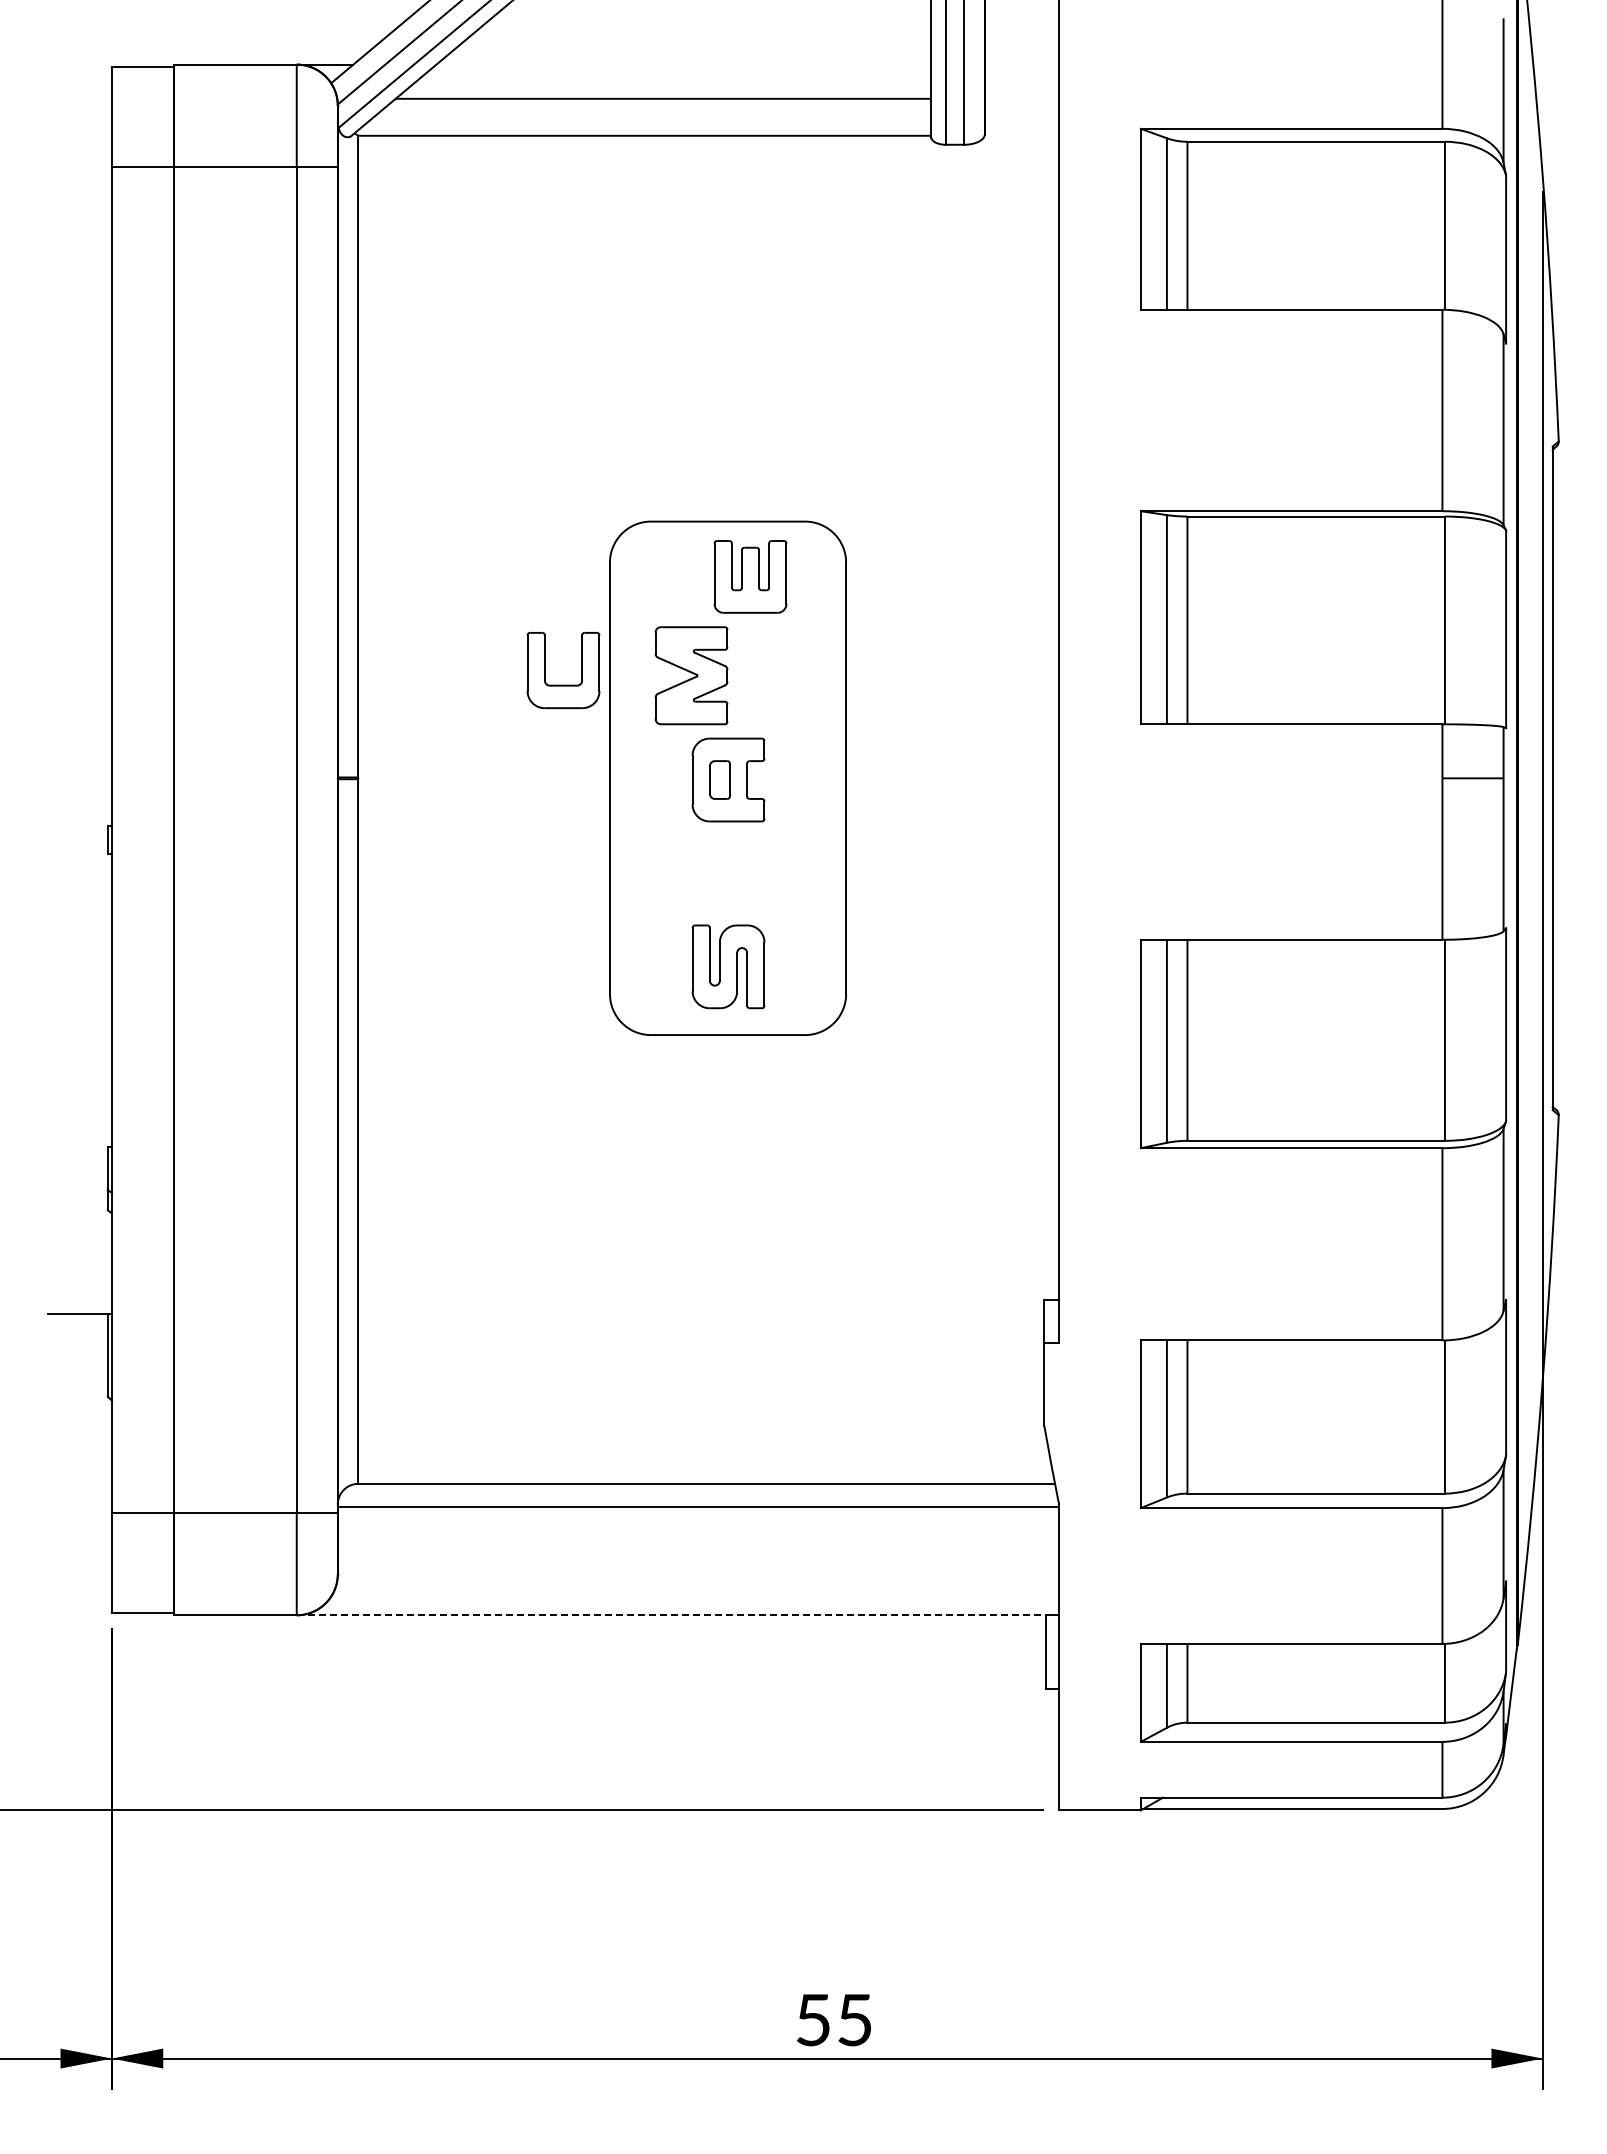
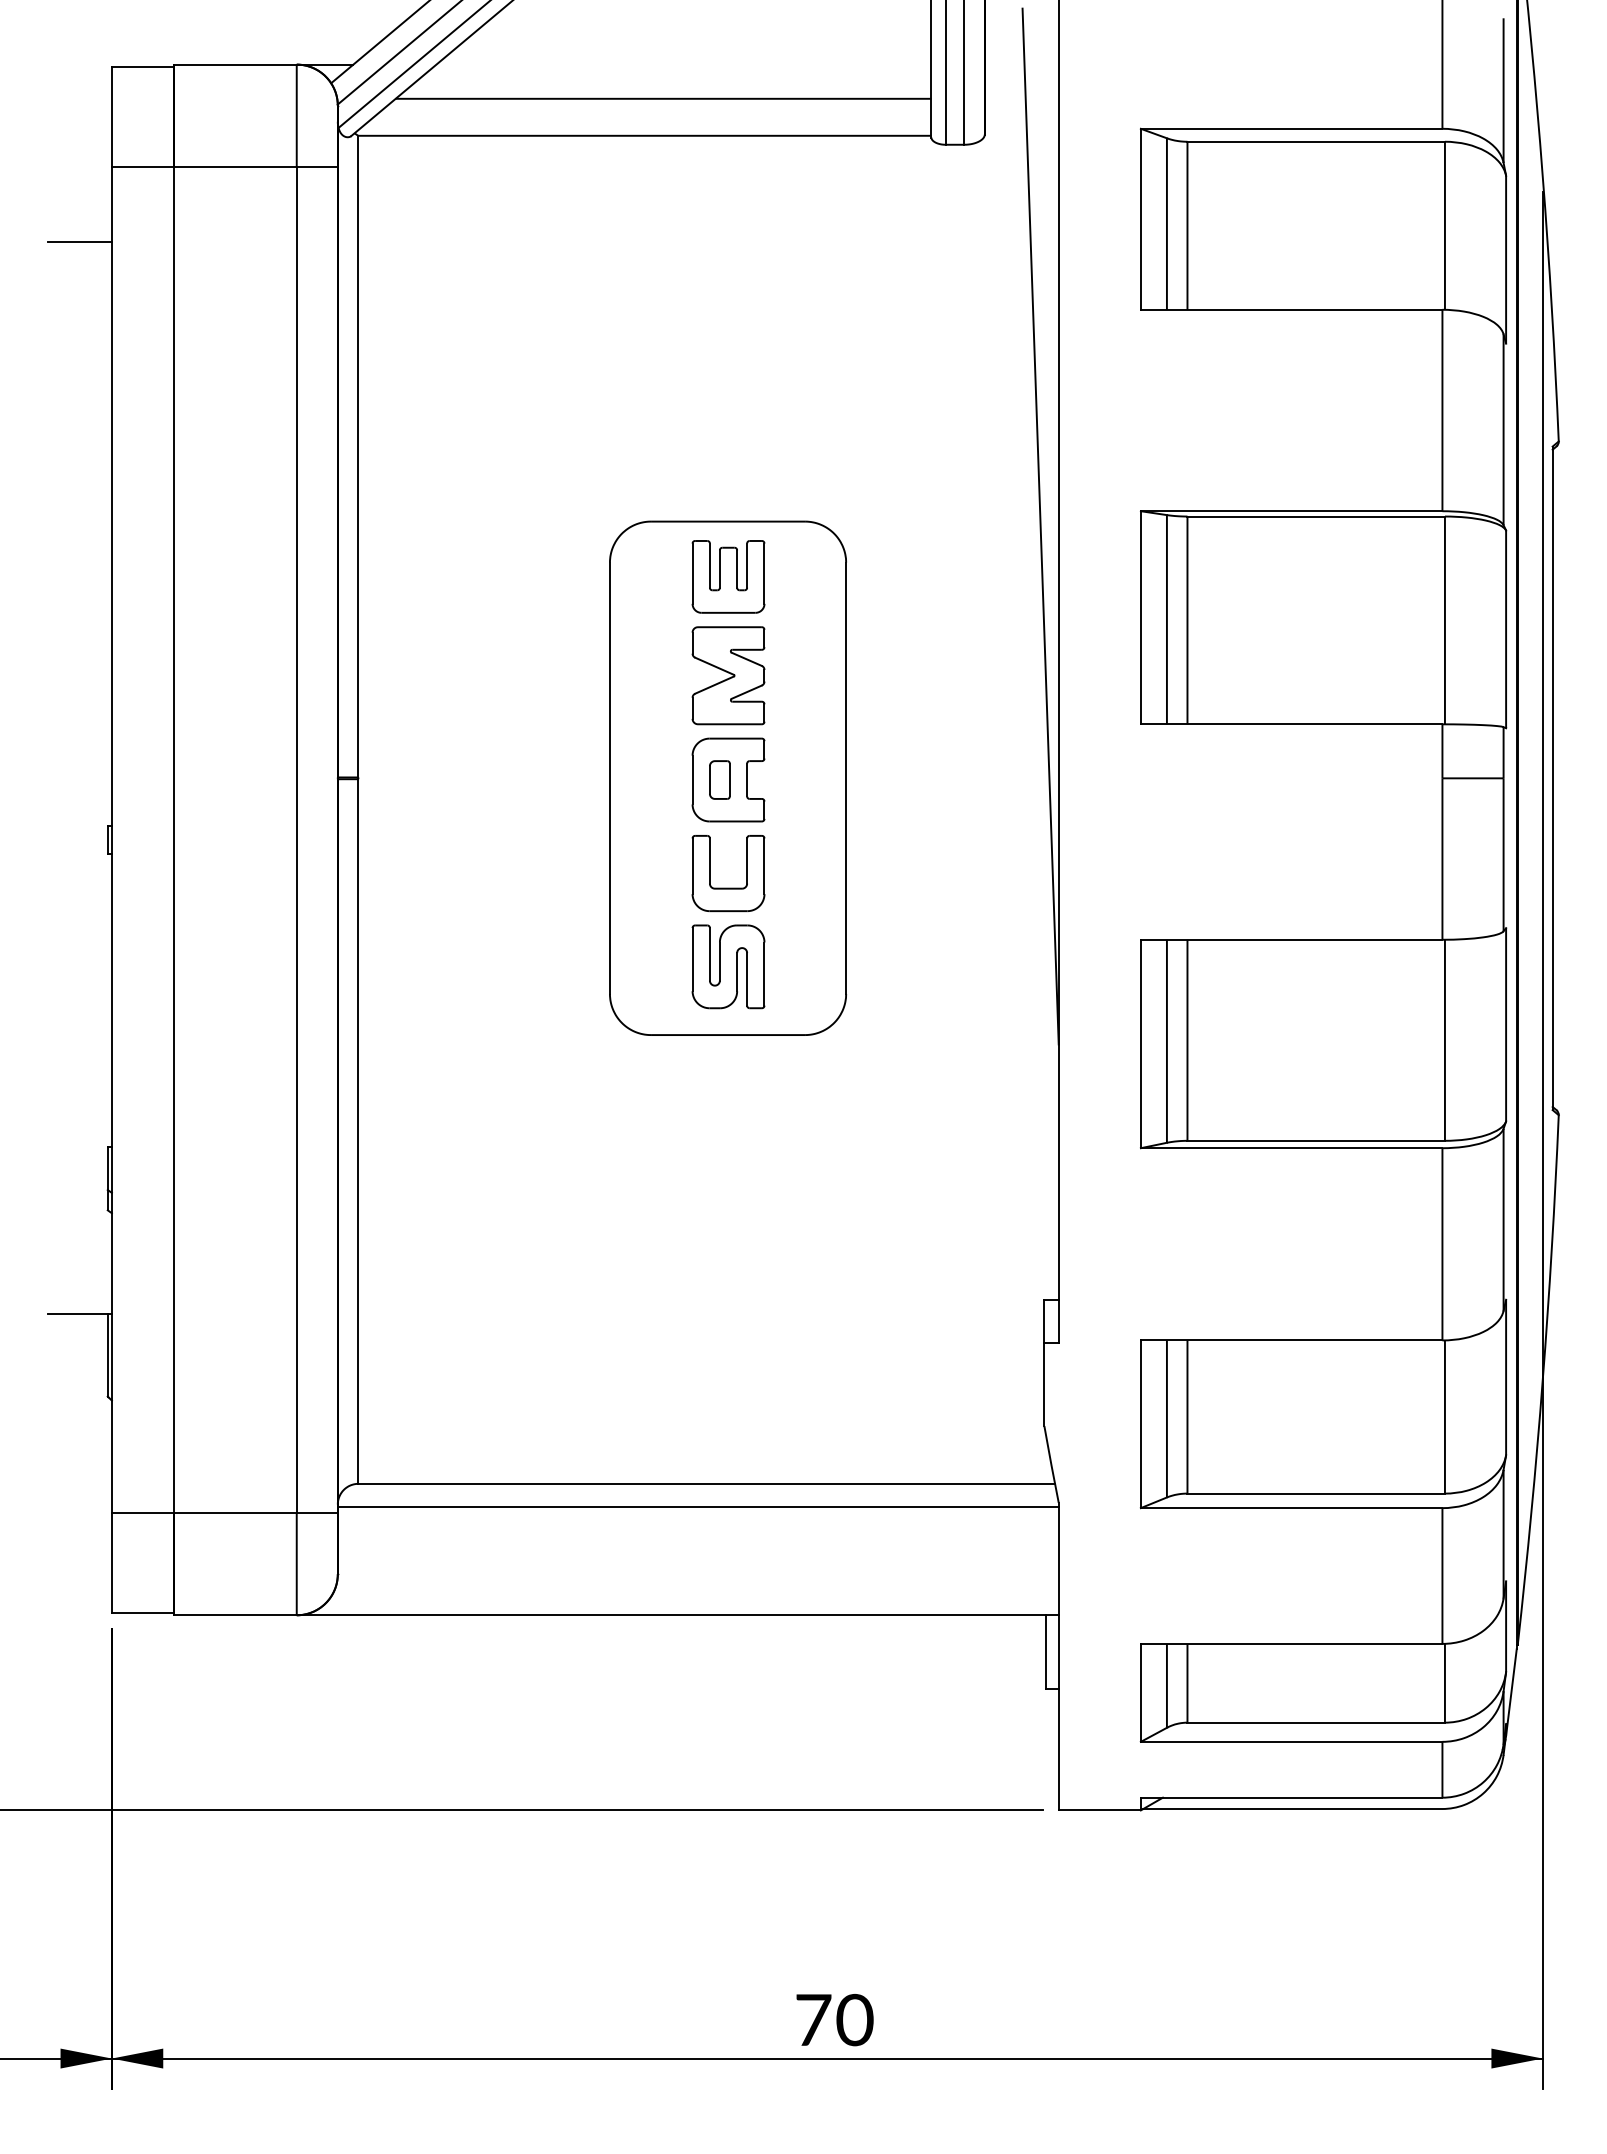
line at (79, 242): none -> present
line at (1040, 526): none -> present
part at (750, 576) position: (750, 576) -> (728, 576)
part at (691, 675) position: (691, 675) -> (728, 675)
part at (563, 684) position: (563, 684) -> (728, 887)
line at (671, 1615): dashed -> solid
text at (834, 2019): 55 -> 70
